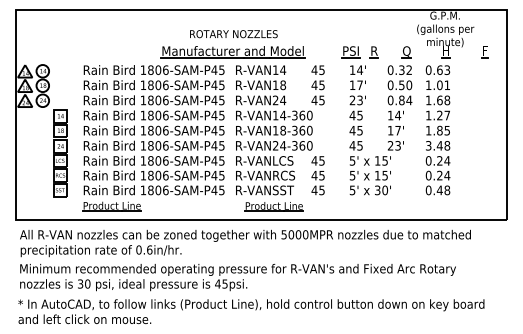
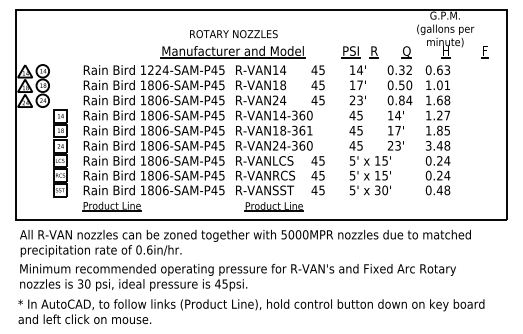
text at (158, 70): 1806-SAM-P45 -> 1224-SAM-P45
text at (309, 130): ^IR-VAN18-360 -> ^IR-VAN18-361
